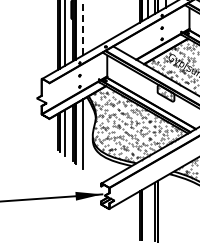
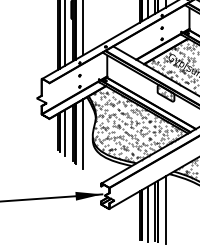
line at (83, 27): dashed -> solid
line at (165, 209): none -> present
line at (147, 213): none -> present
